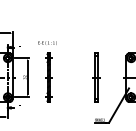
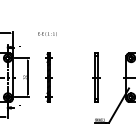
text at (47, 42) position: (47, 42) -> (47, 33)
